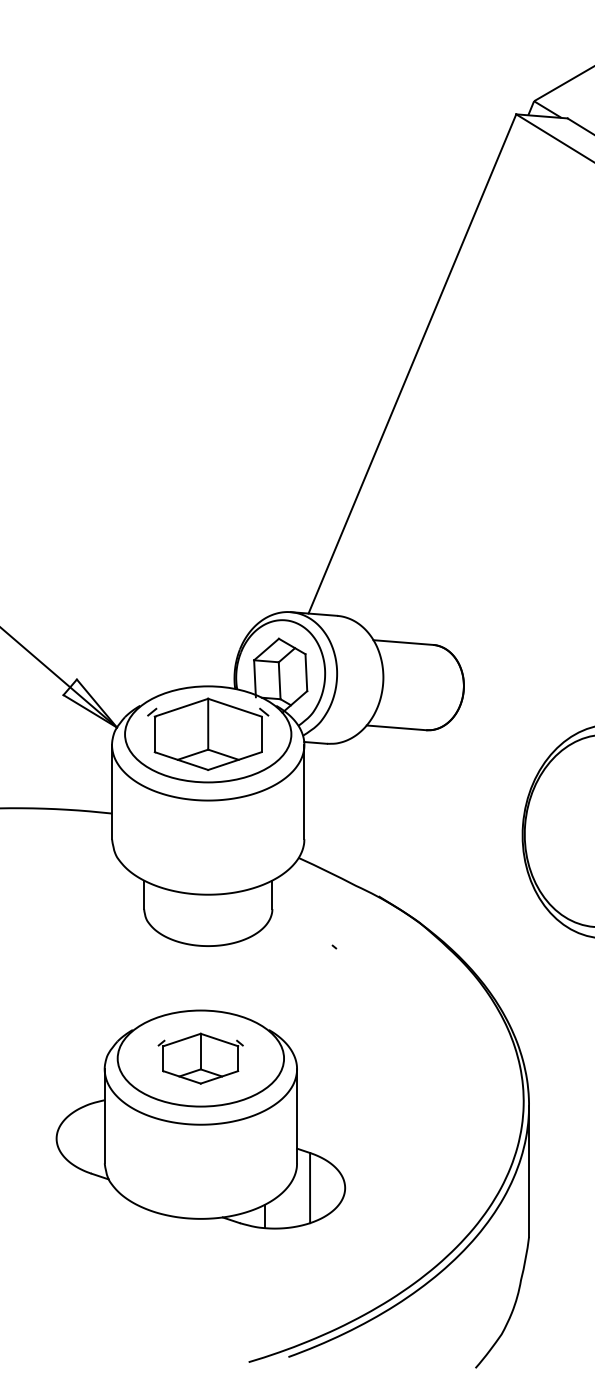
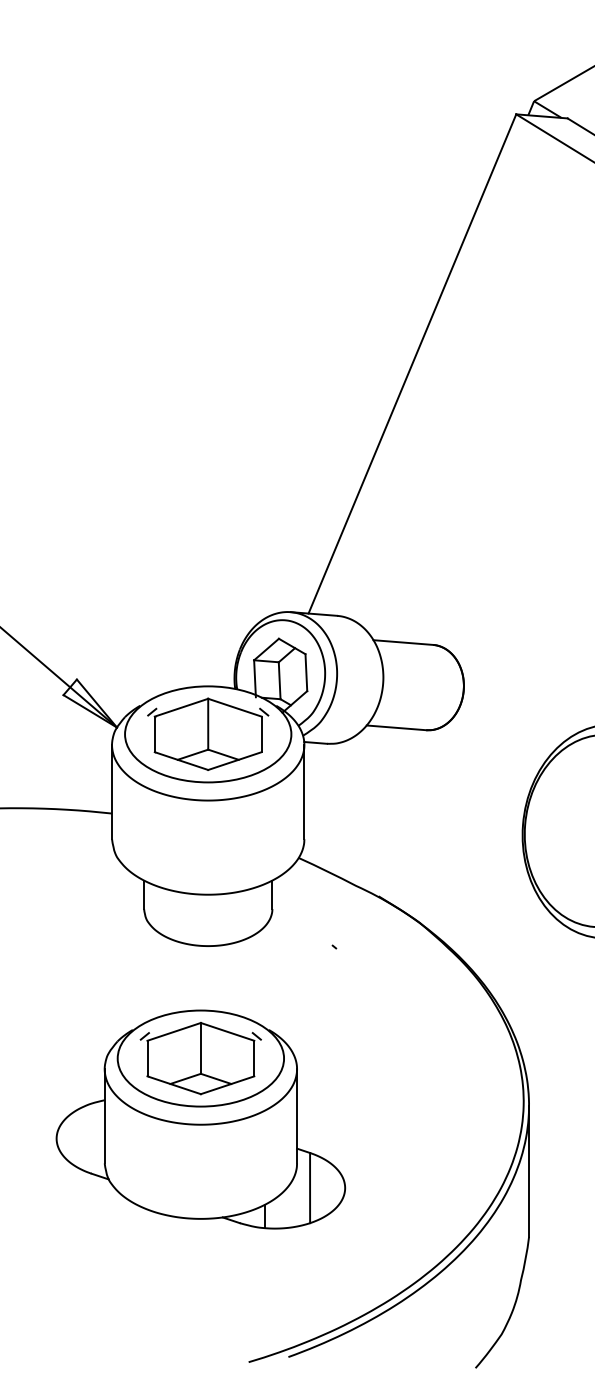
part at (200, 1058) size: 87x53 px -> 123x74 px
